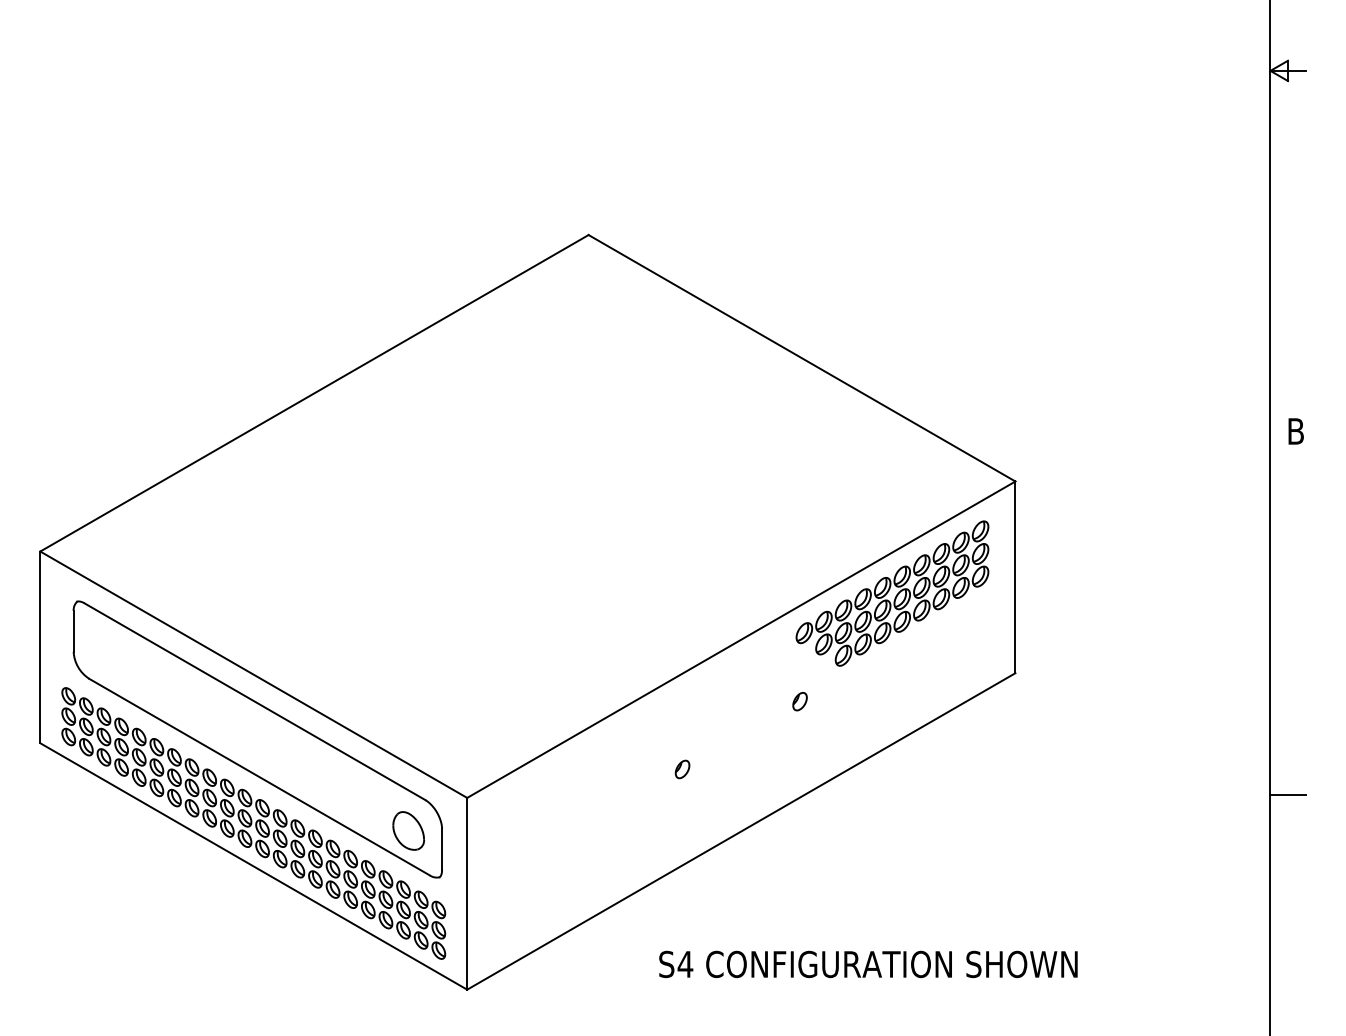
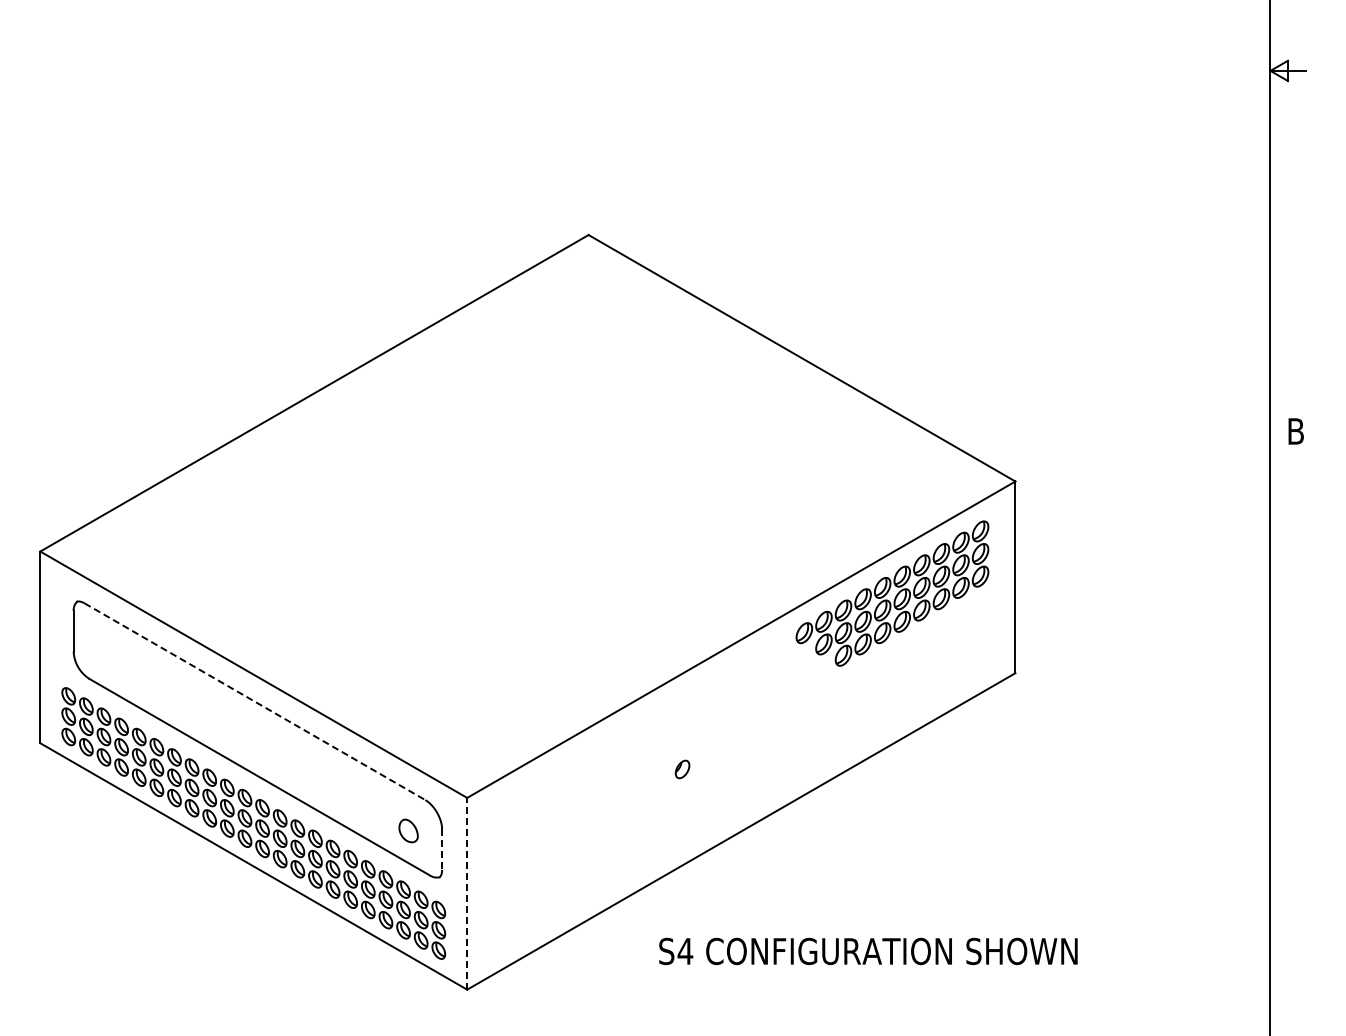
line at (254, 701): solid -> dashed
part at (799, 701): present -> none
line at (1287, 795): present -> none
part at (408, 830) size: 33x40 px -> 21x26 px
line at (442, 850): solid -> dashed
line at (467, 893): solid -> dashed
text at (868, 964) position: (868, 964) -> (868, 951)
